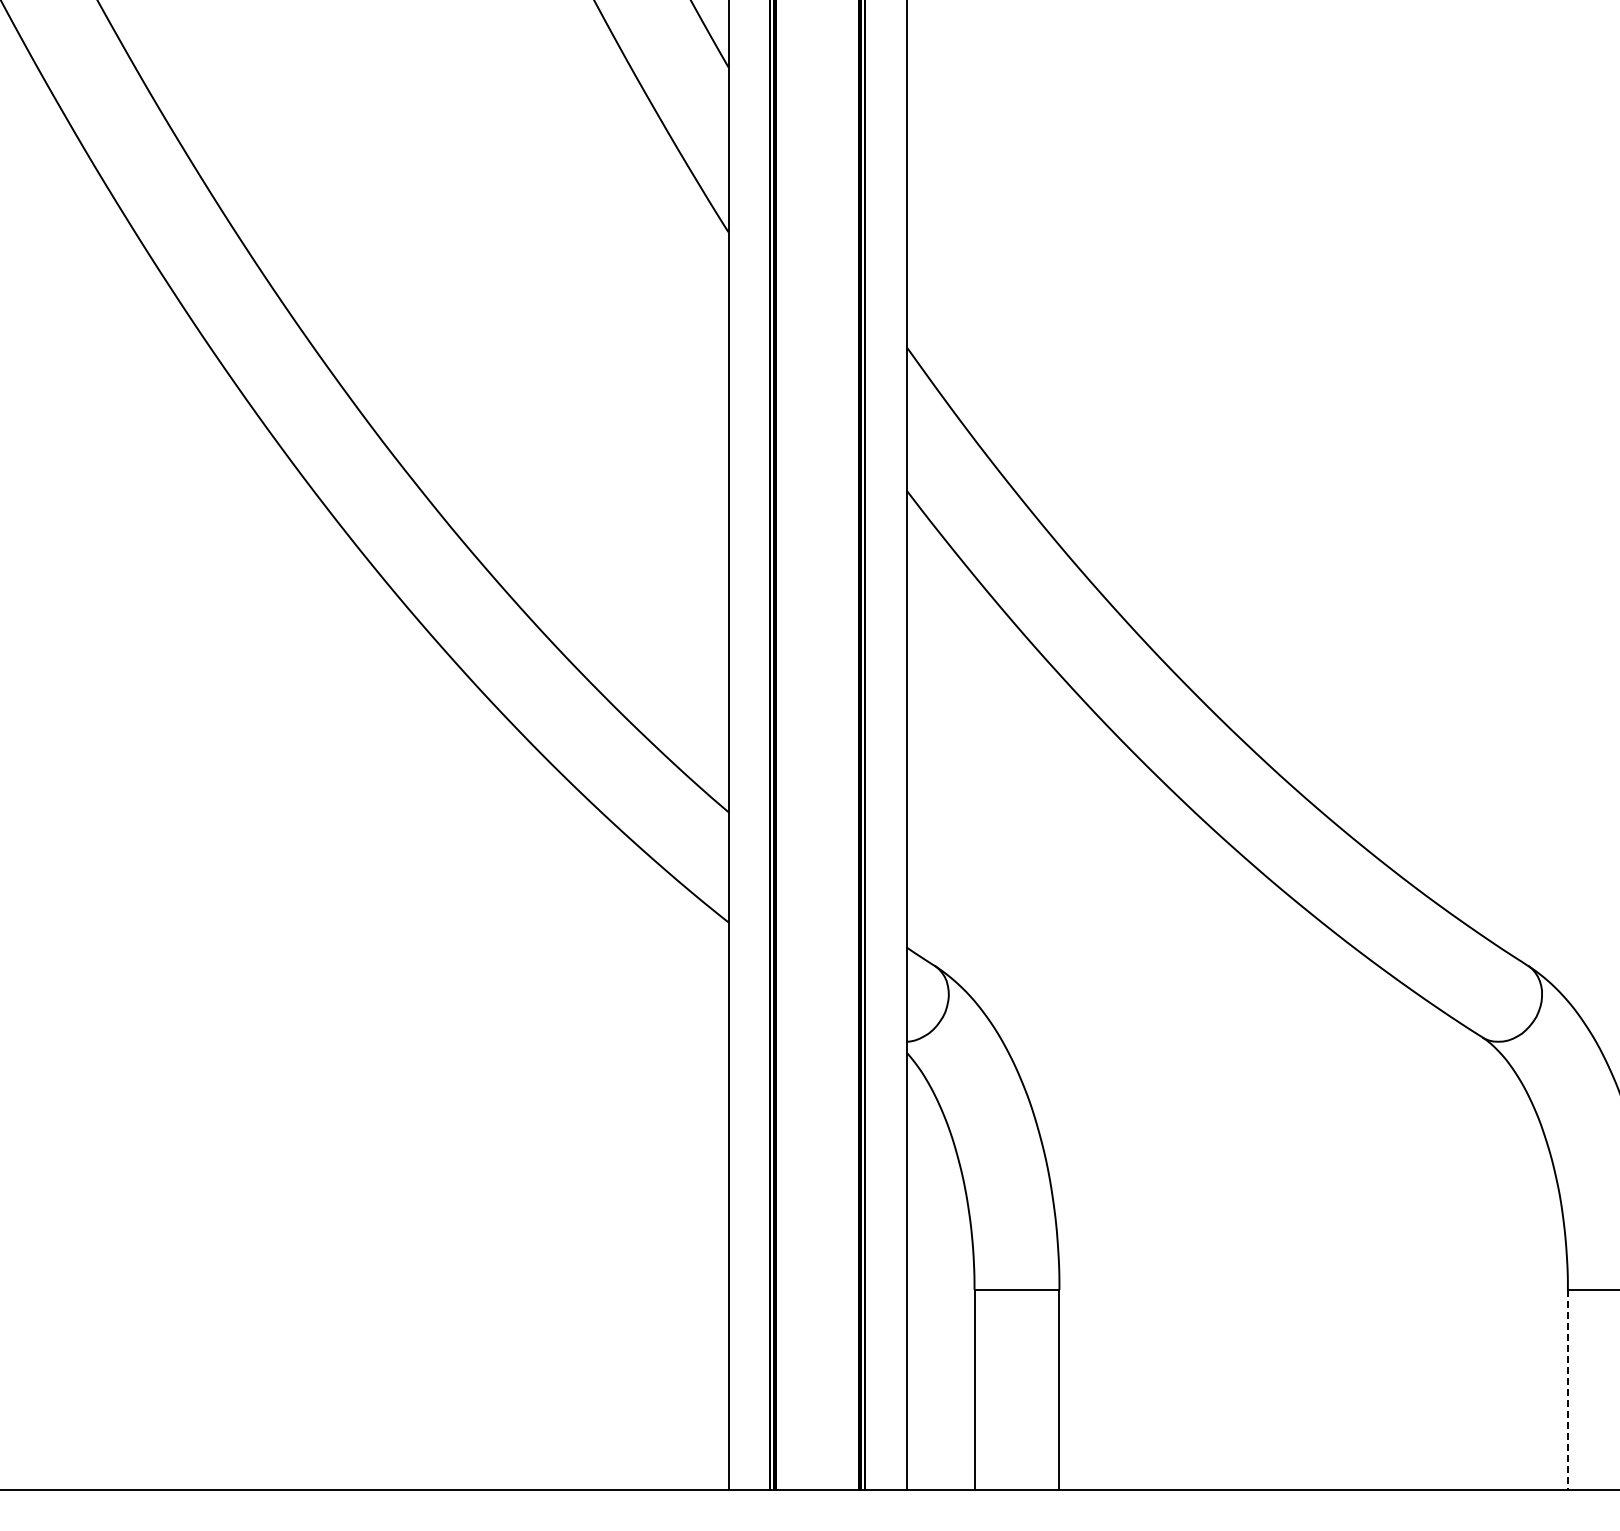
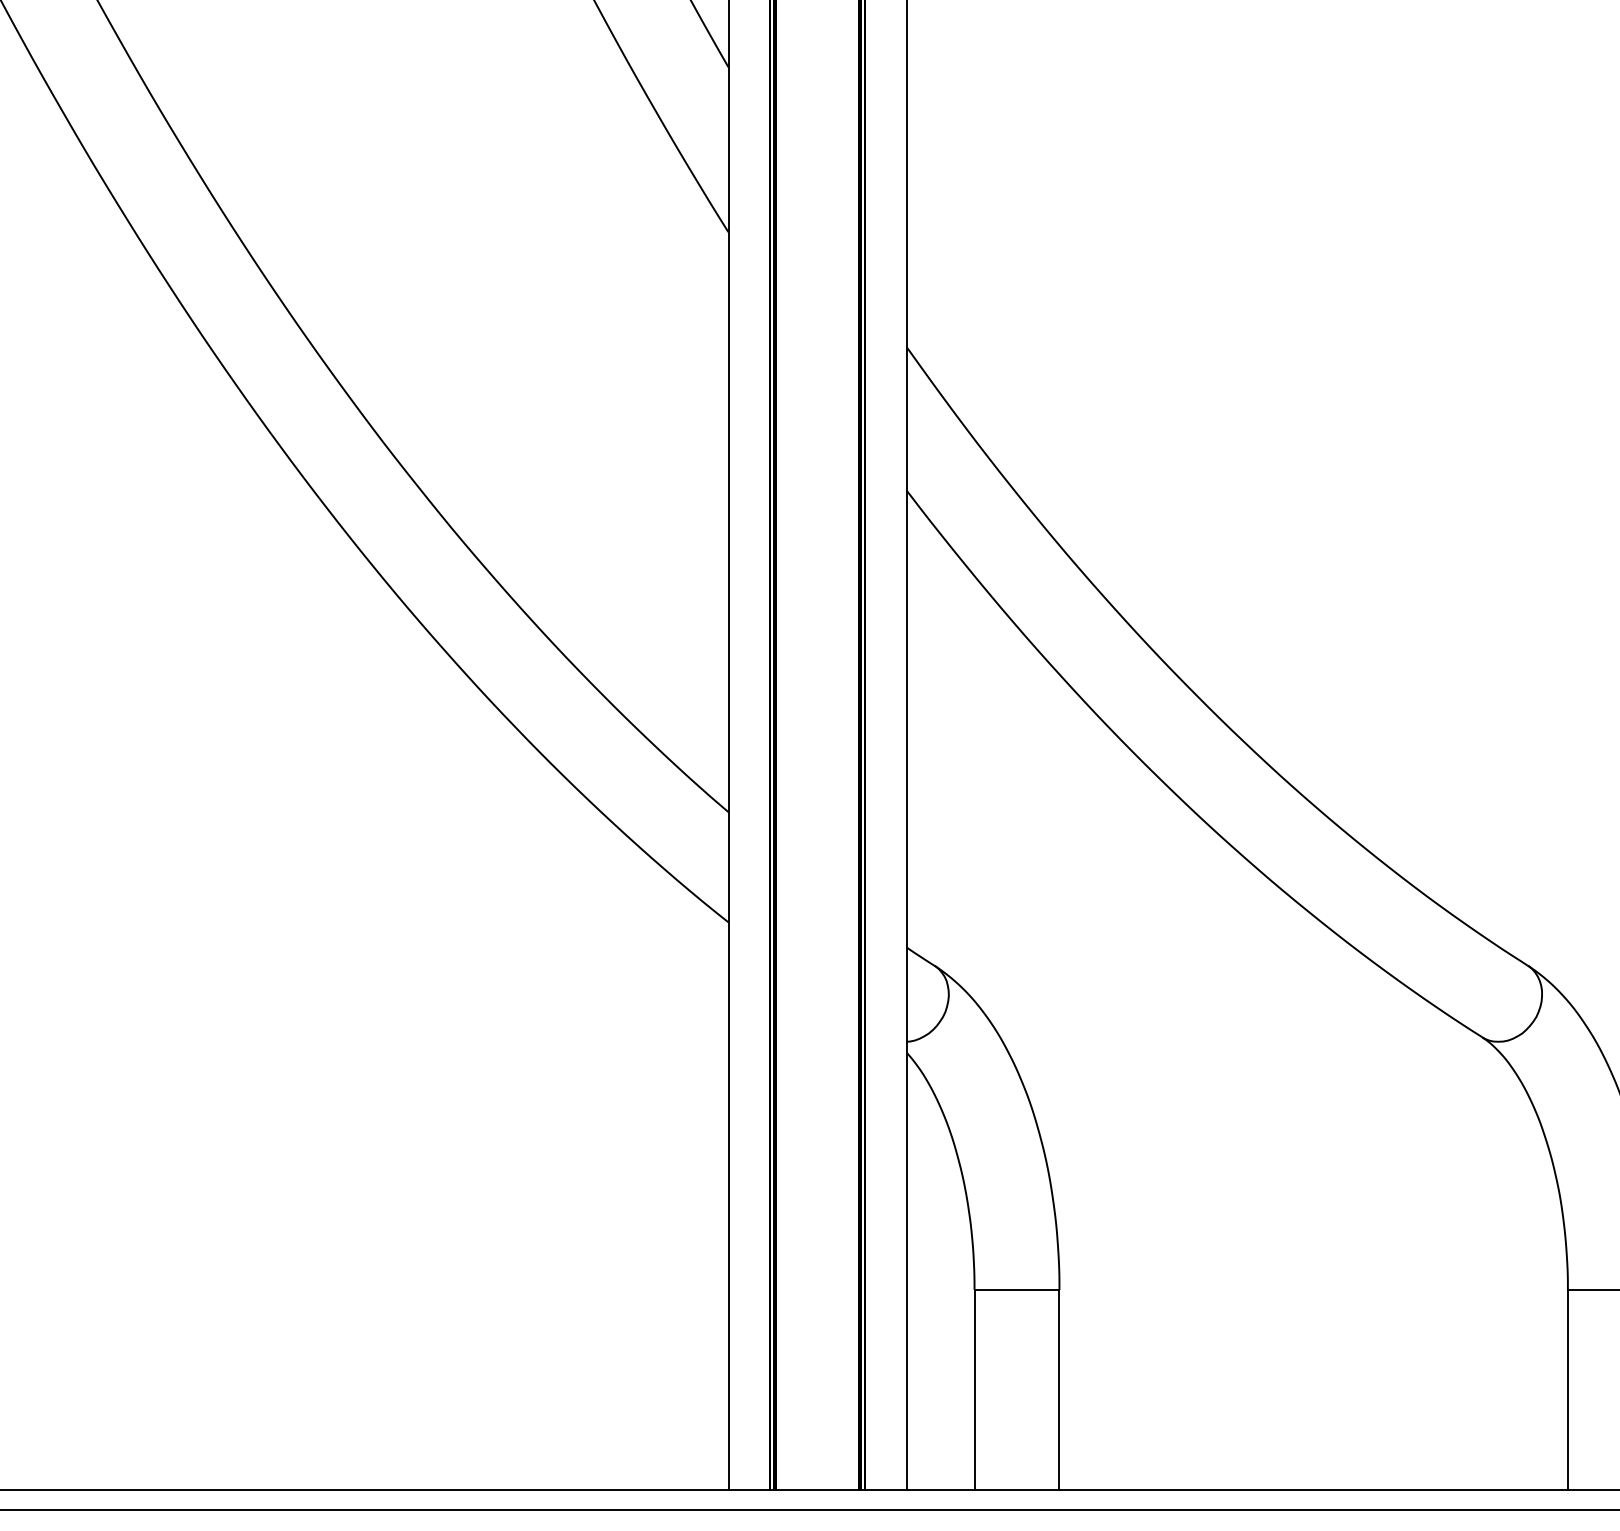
line at (1567, 1390): dashed -> solid
line at (809, 1510): none -> present
